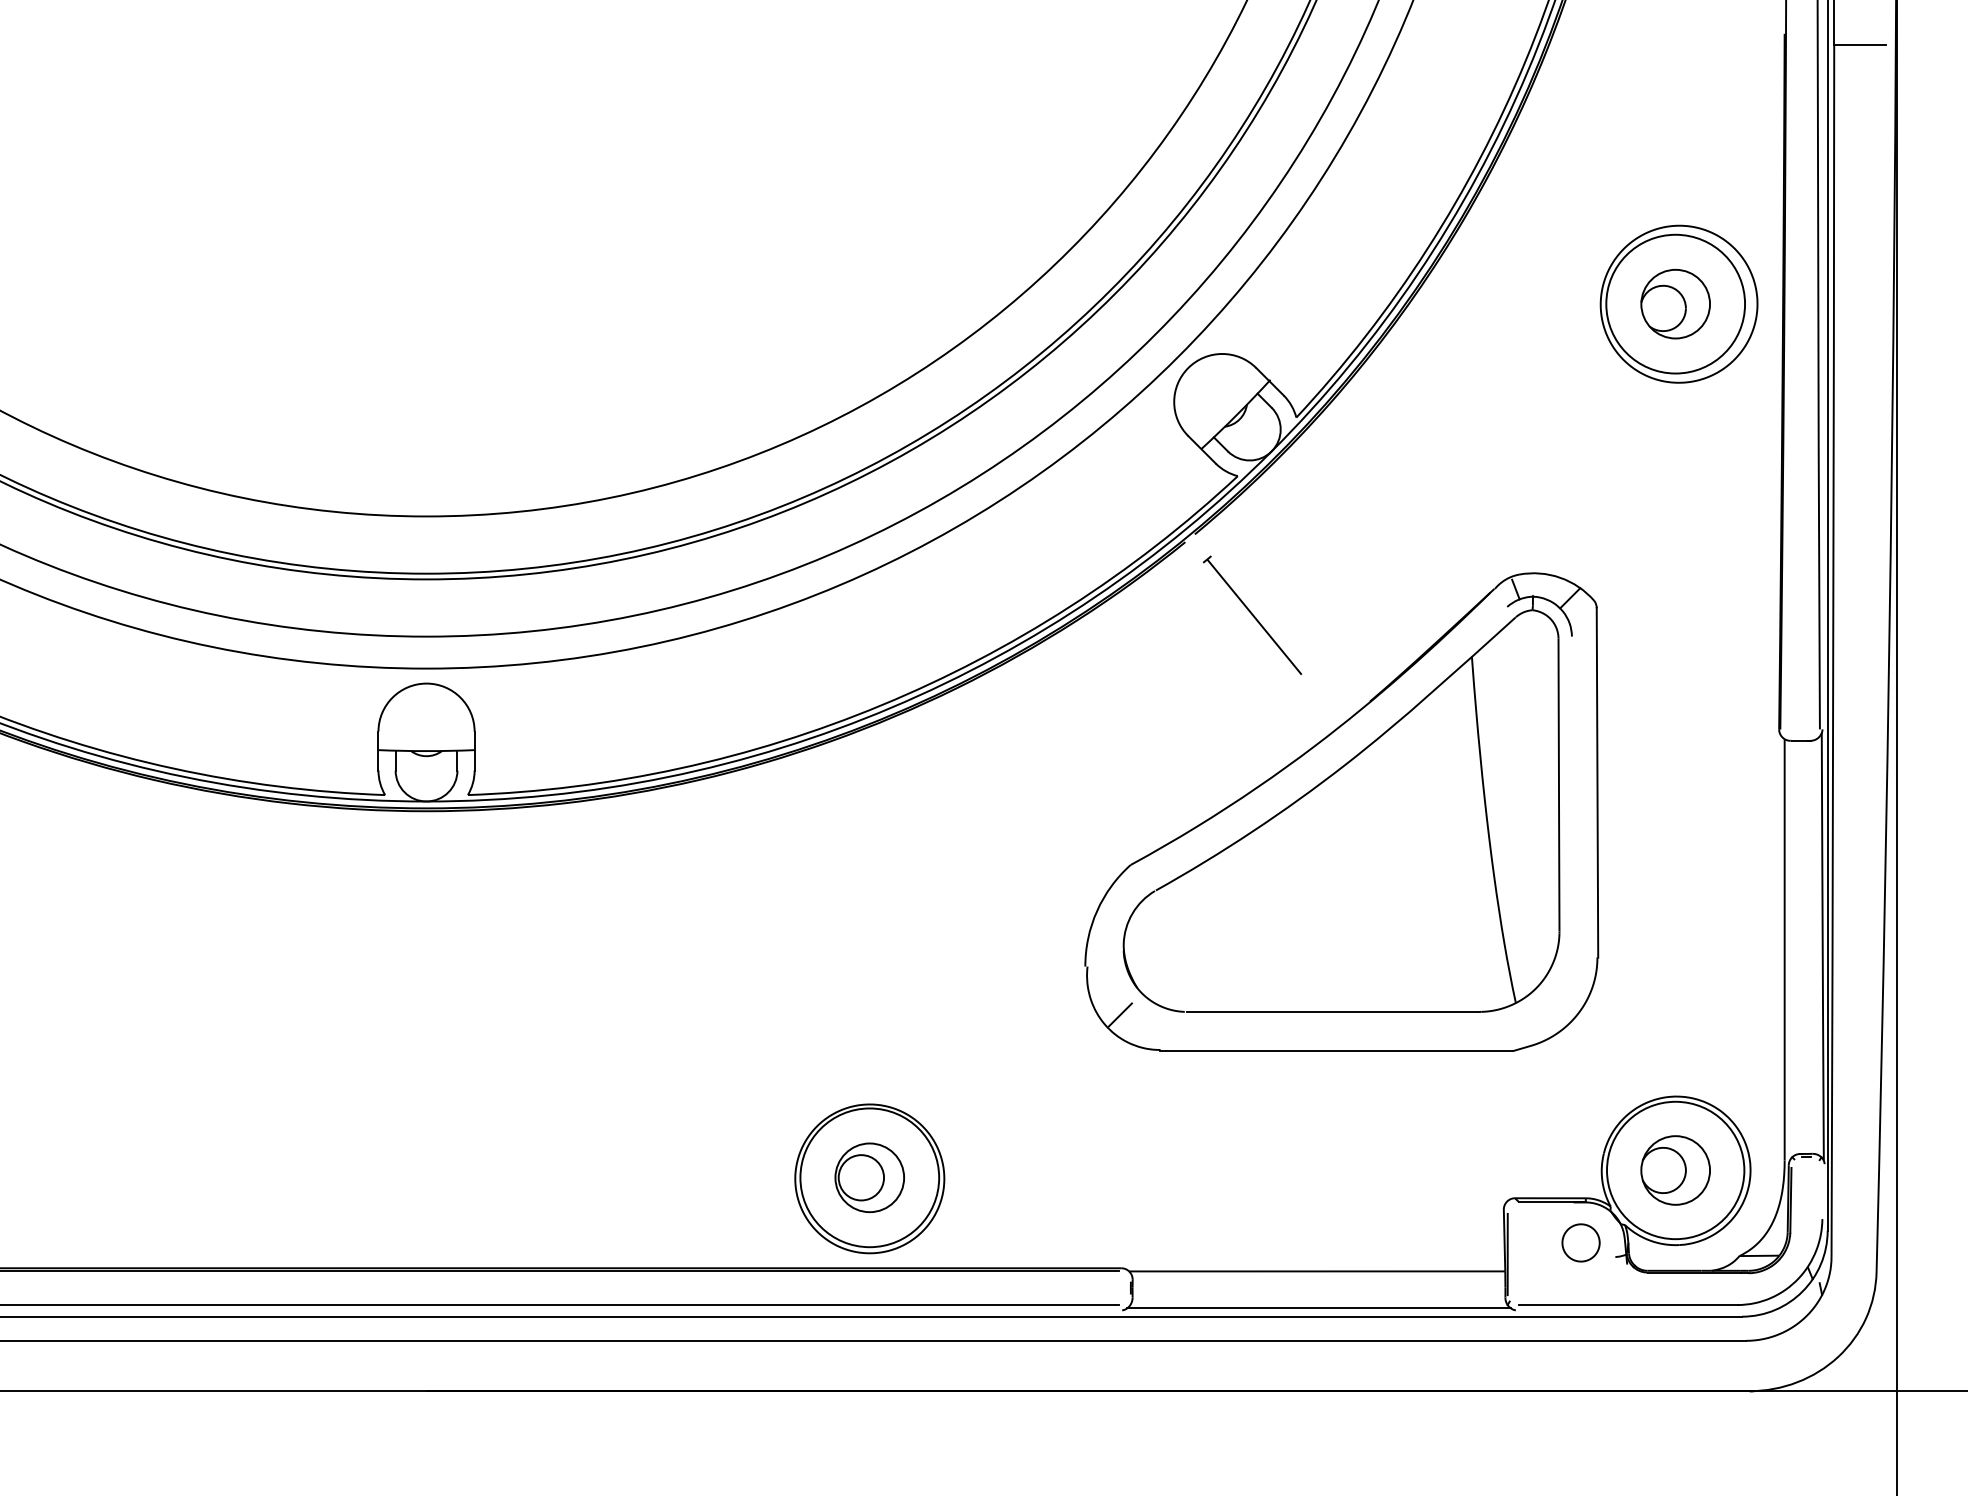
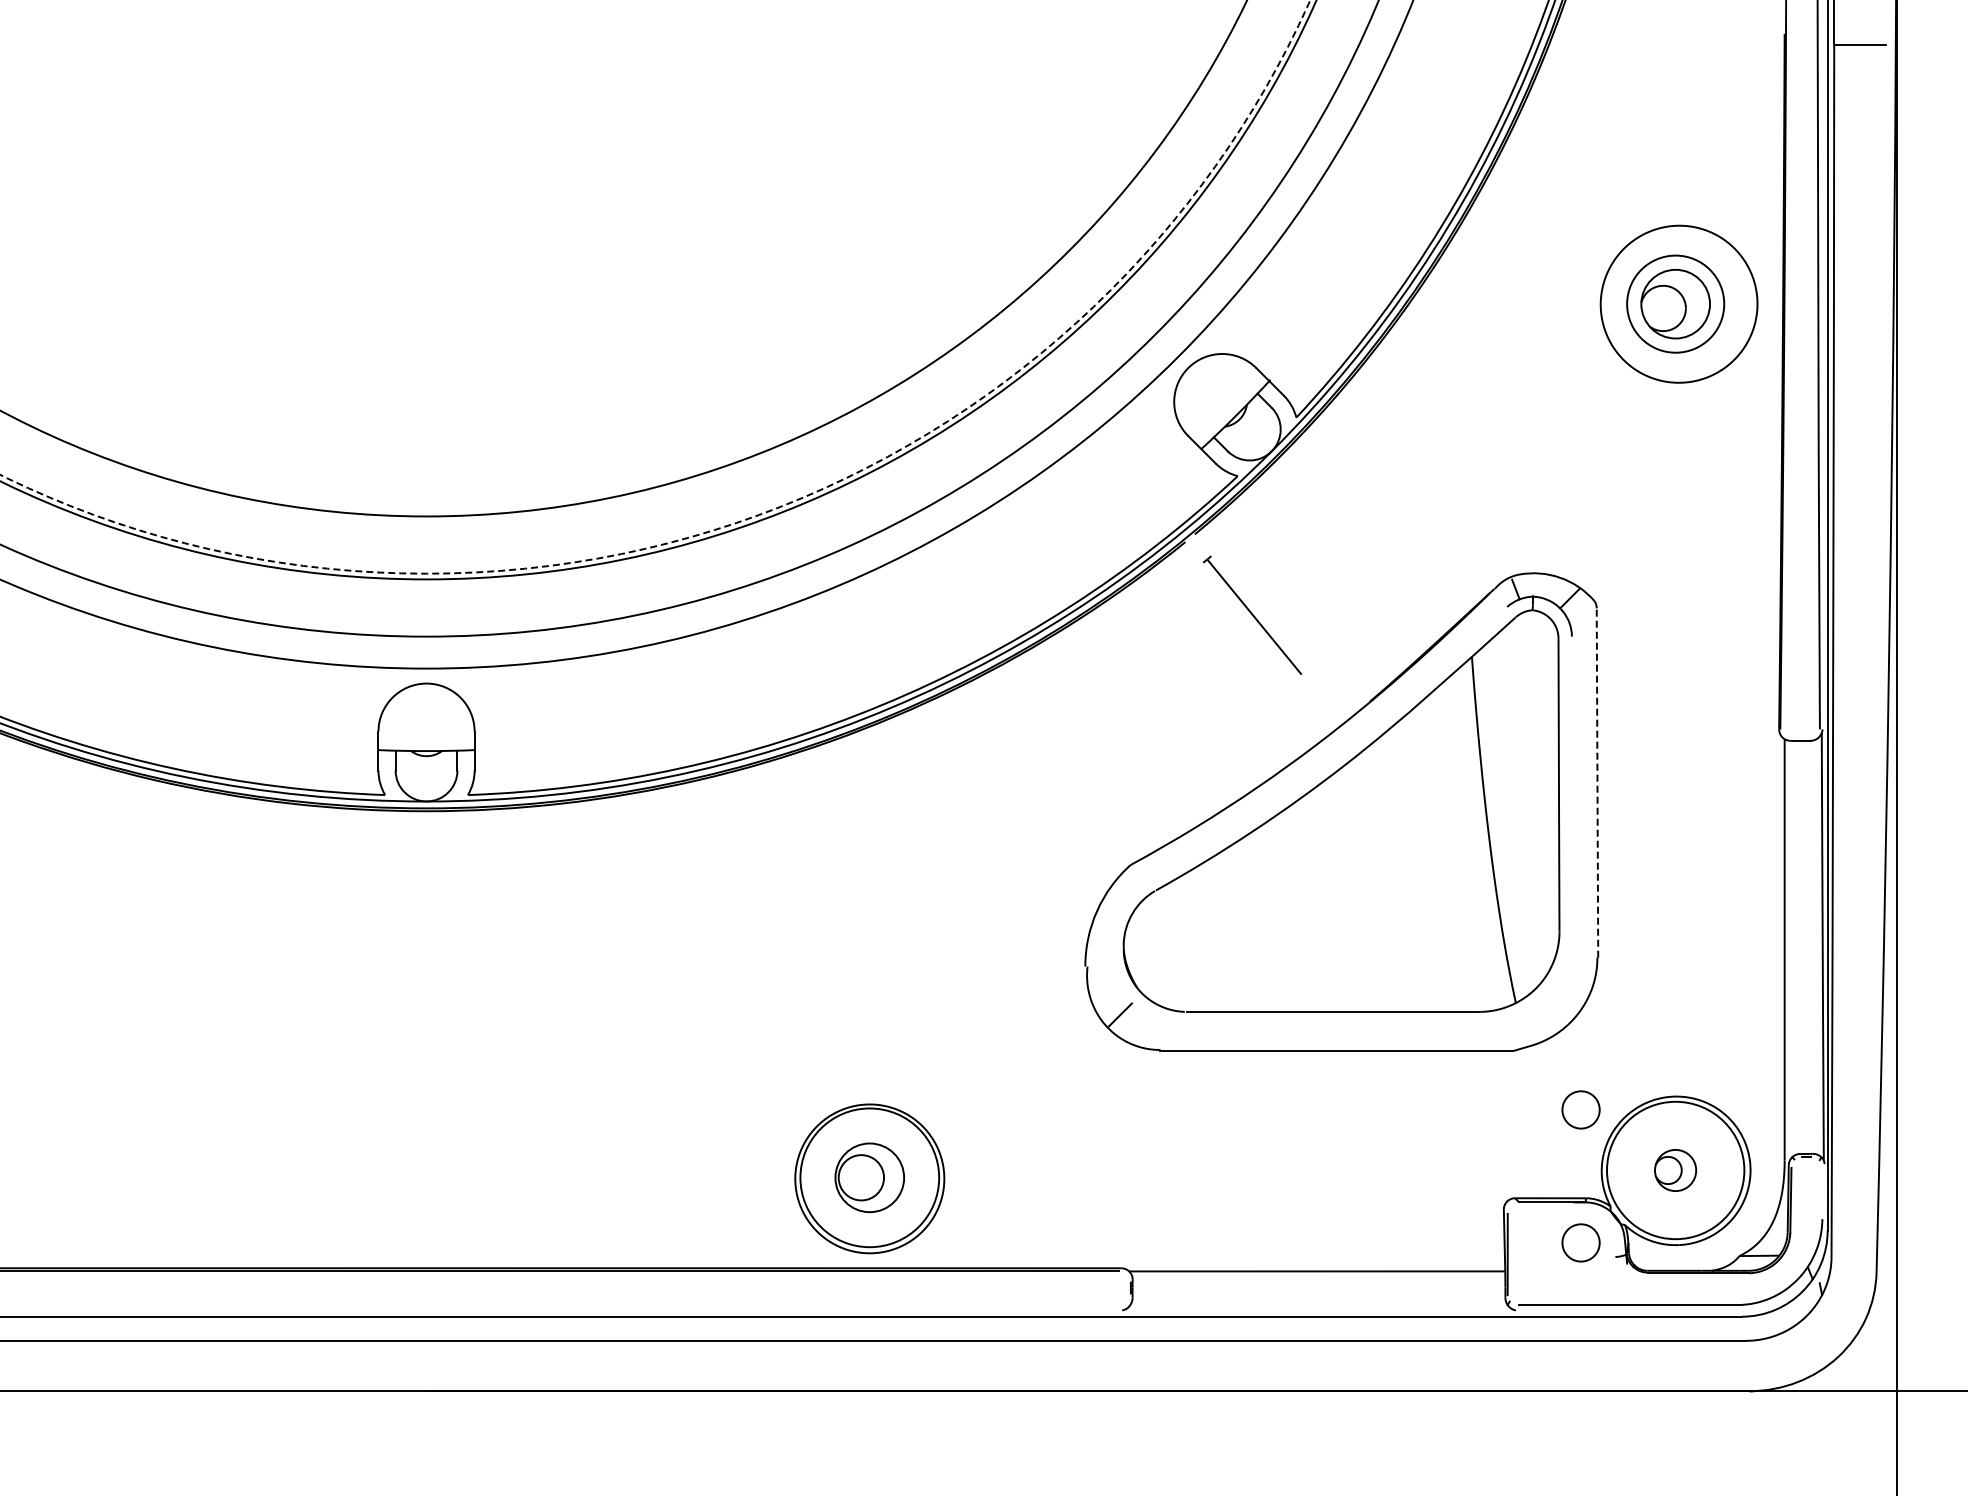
circle at (655, 286): solid -> dashed
circle at (1675, 303) diameter: 139 px -> 97 px
line at (1597, 782): solid -> dashed
part at (1580, 1109): none -> present
part at (1675, 1170) size: 71x71 px -> 44x43 px
line at (560, 1305): present -> none
line at (1318, 1308): present -> none
